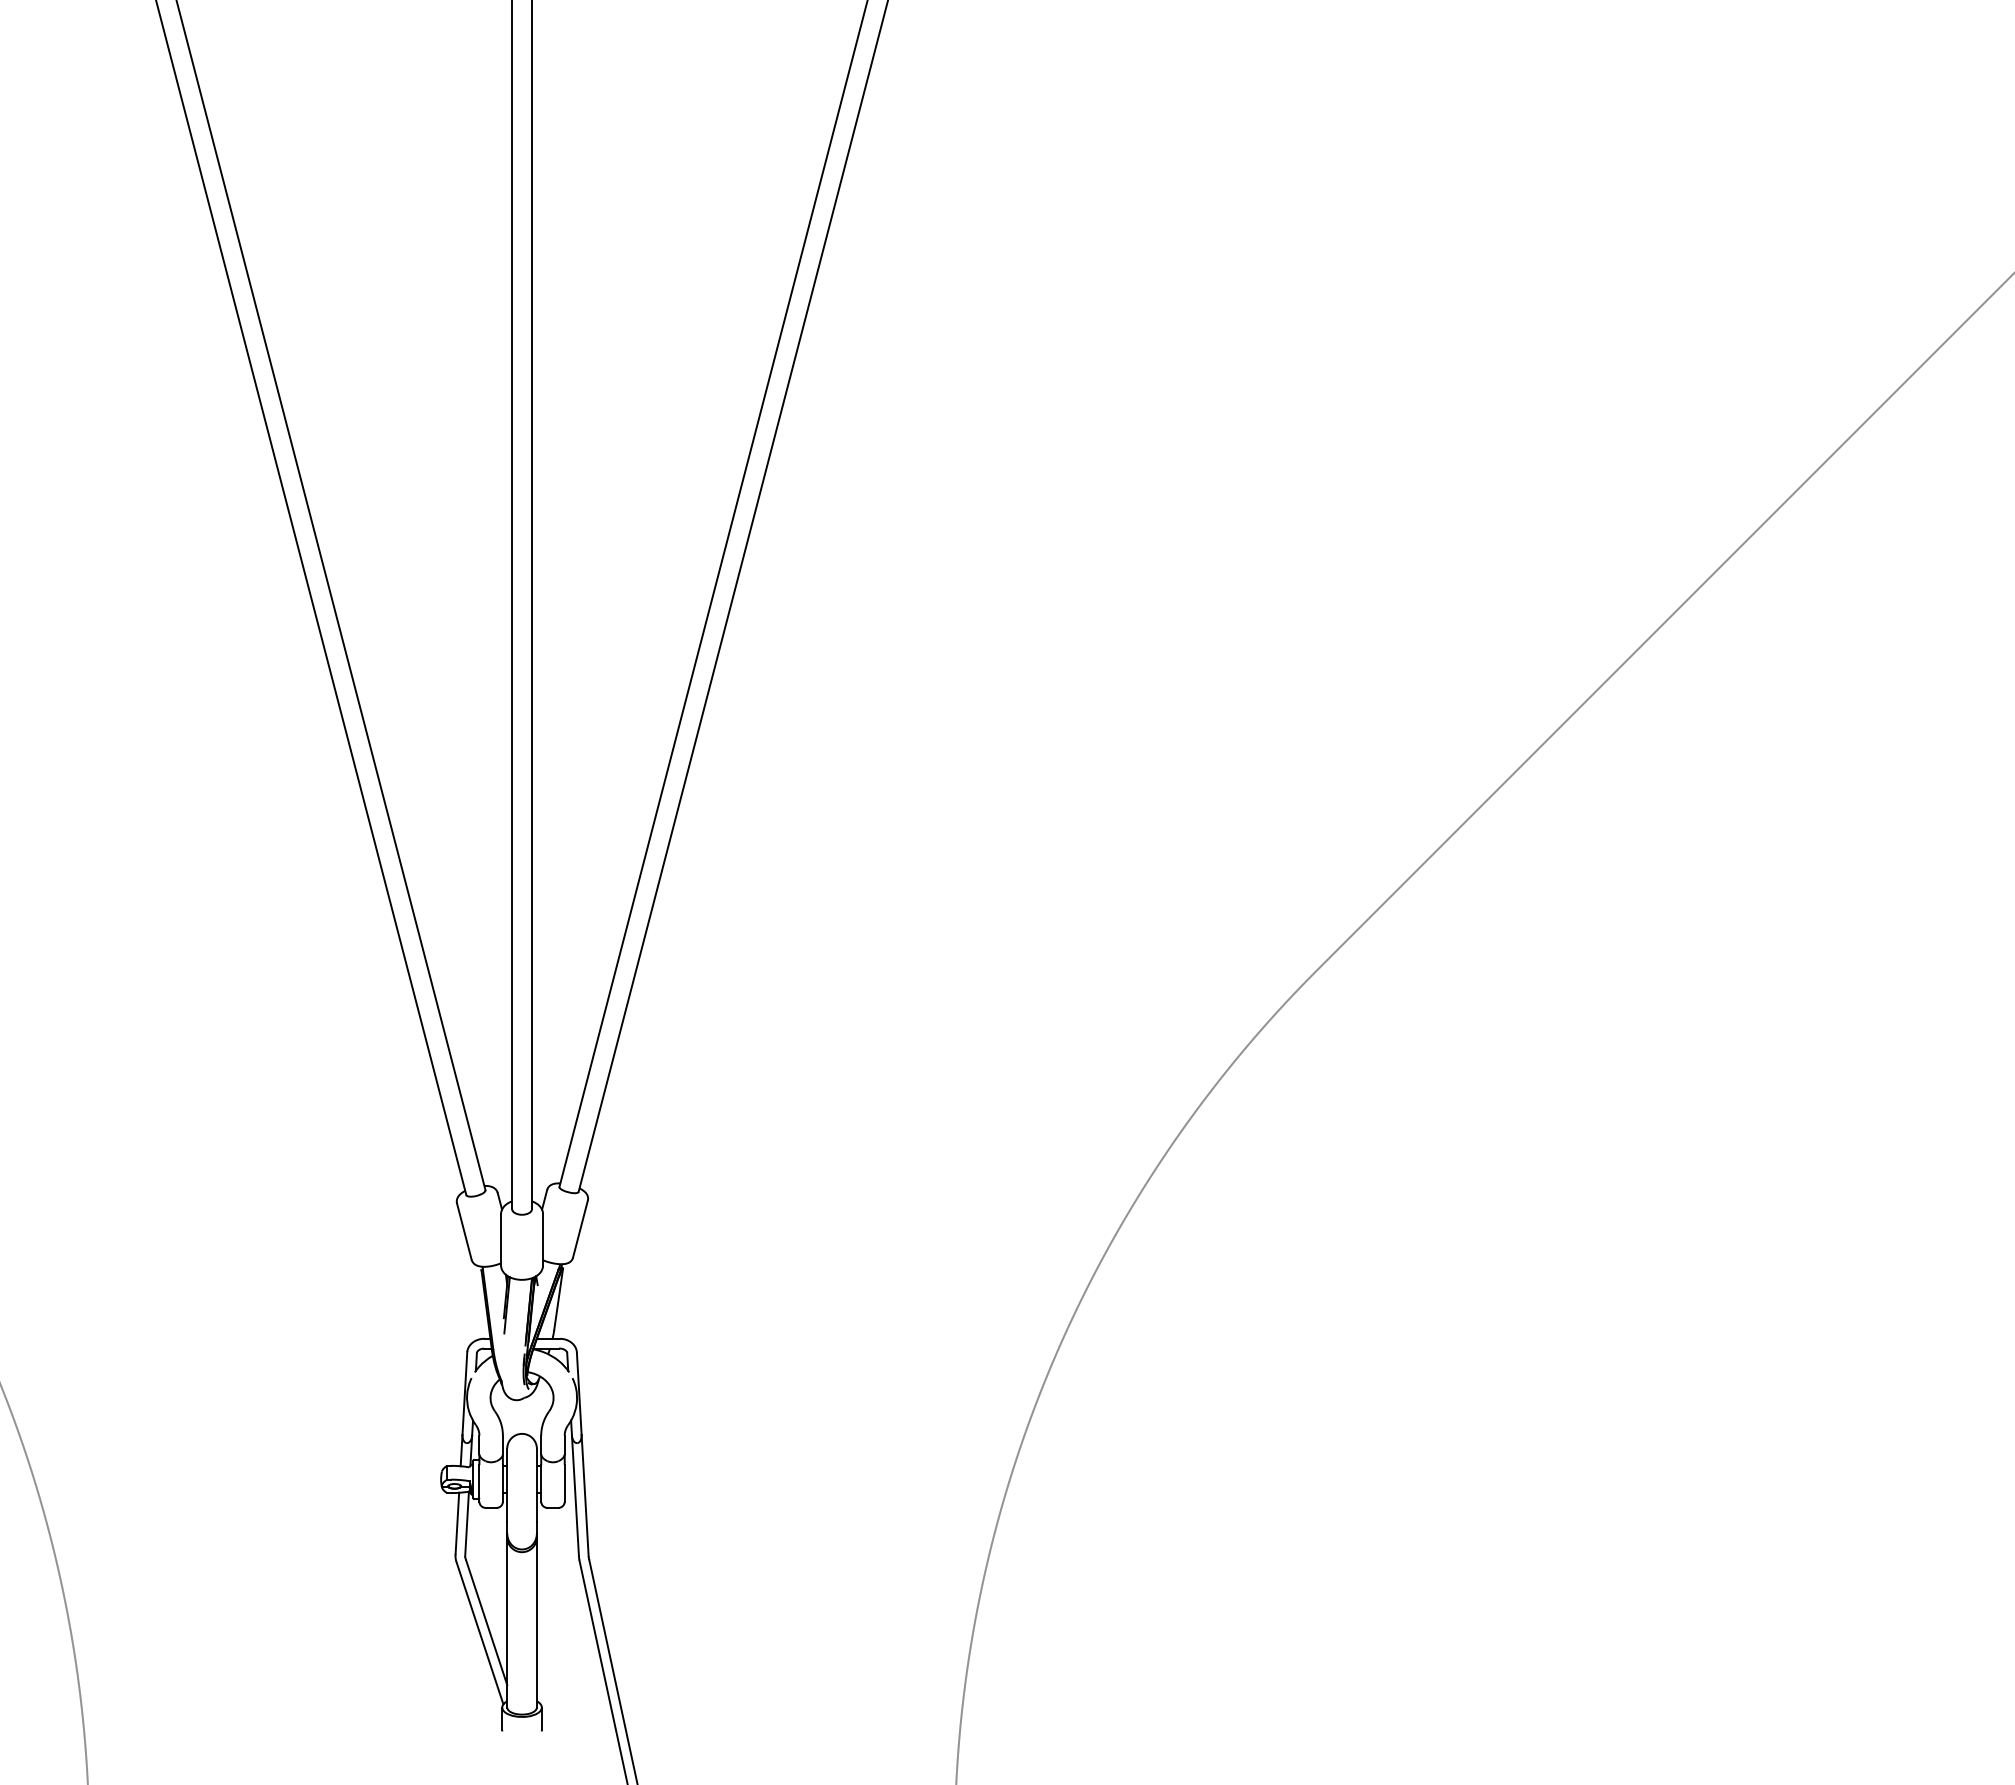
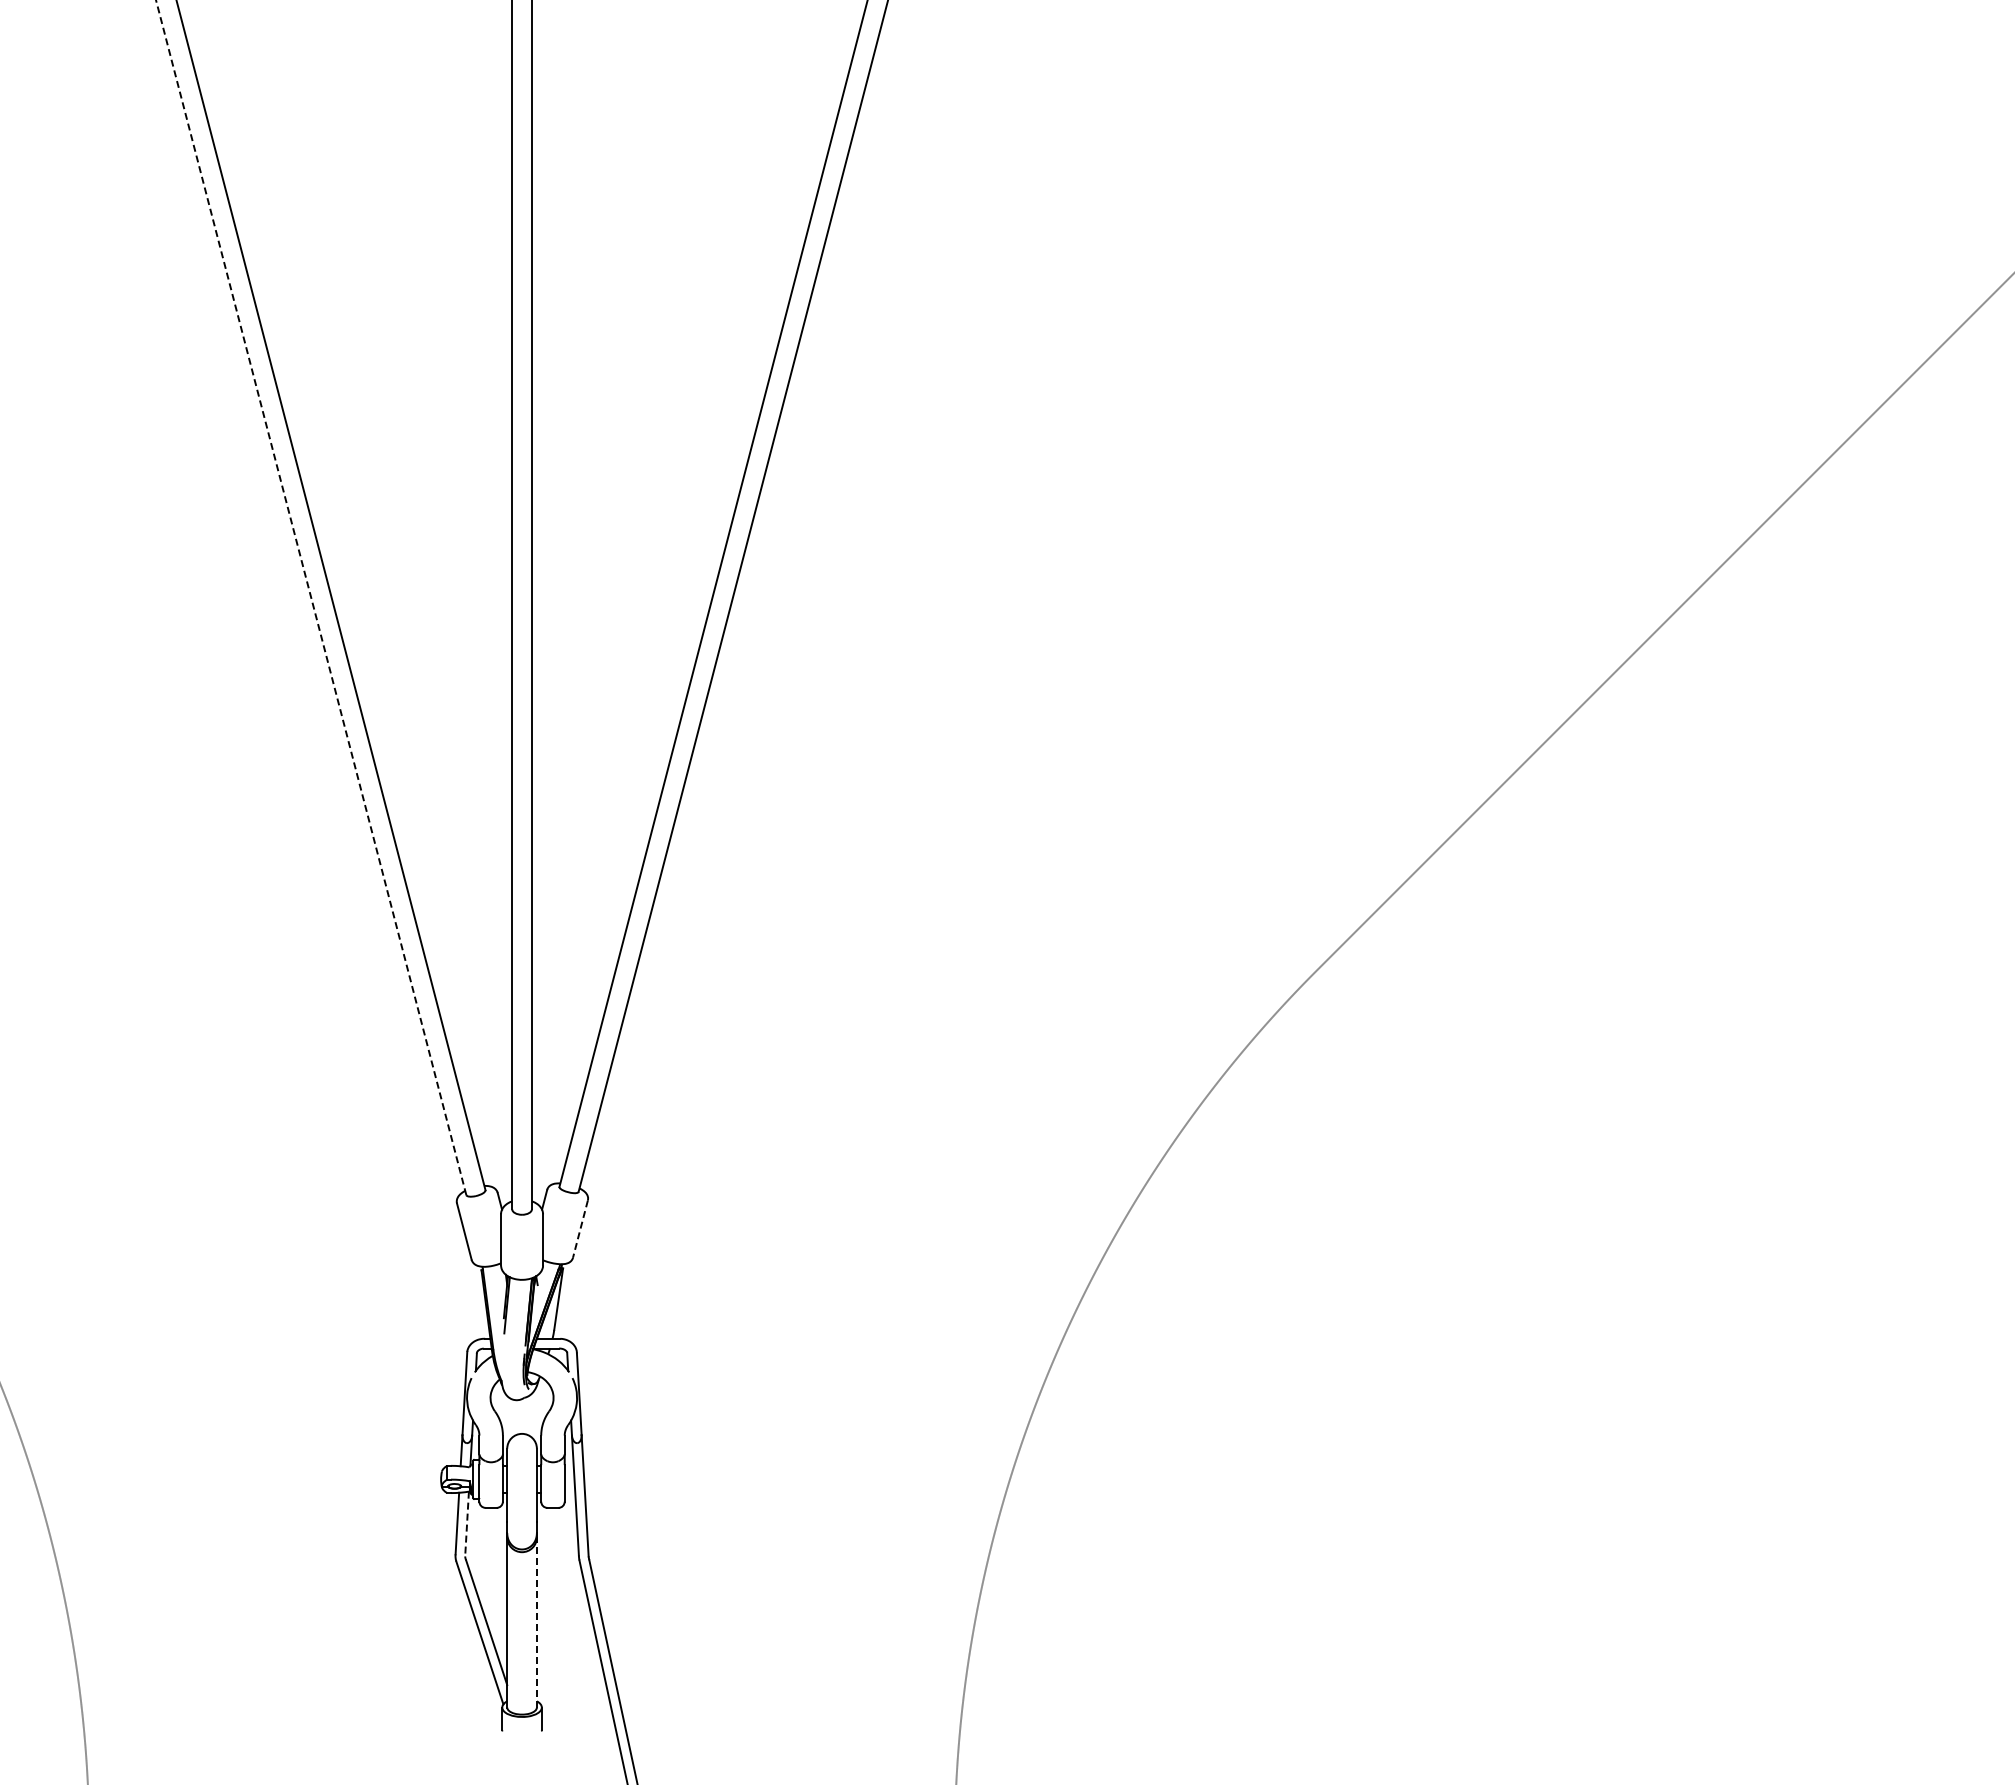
line at (311, 597): solid -> dashed
line at (580, 1229): solid -> dashed
line at (467, 1524): solid -> dashed
line at (536, 1621): solid -> dashed
